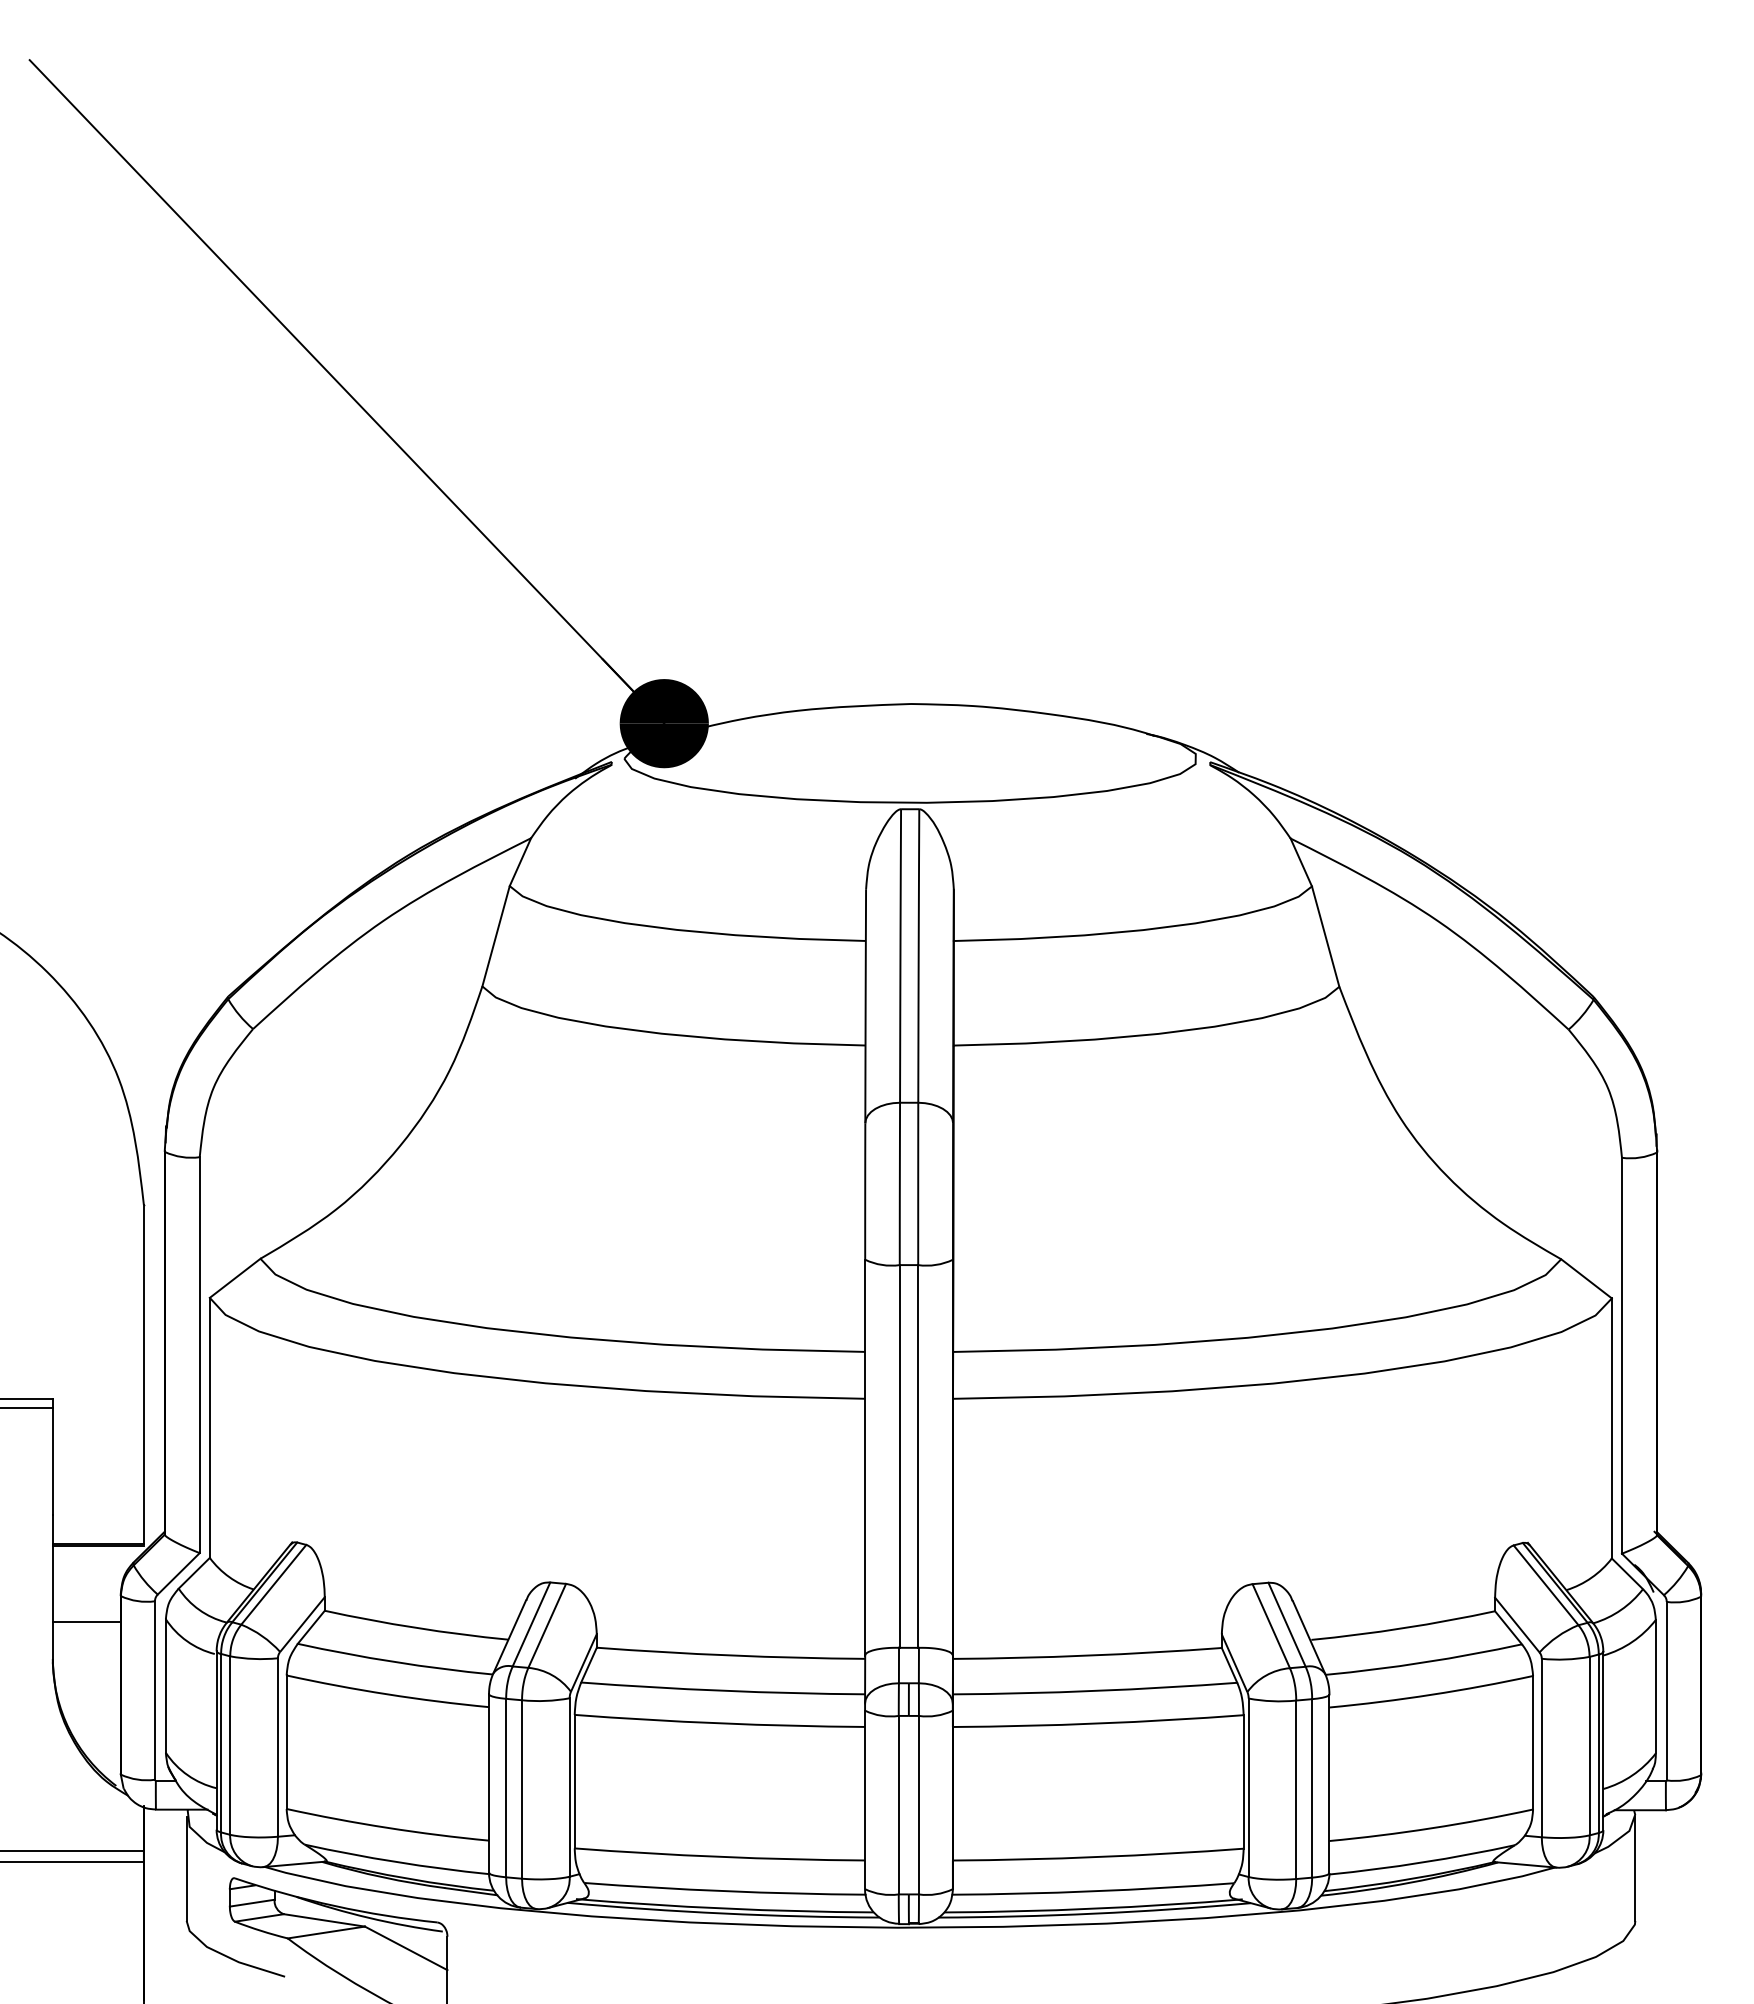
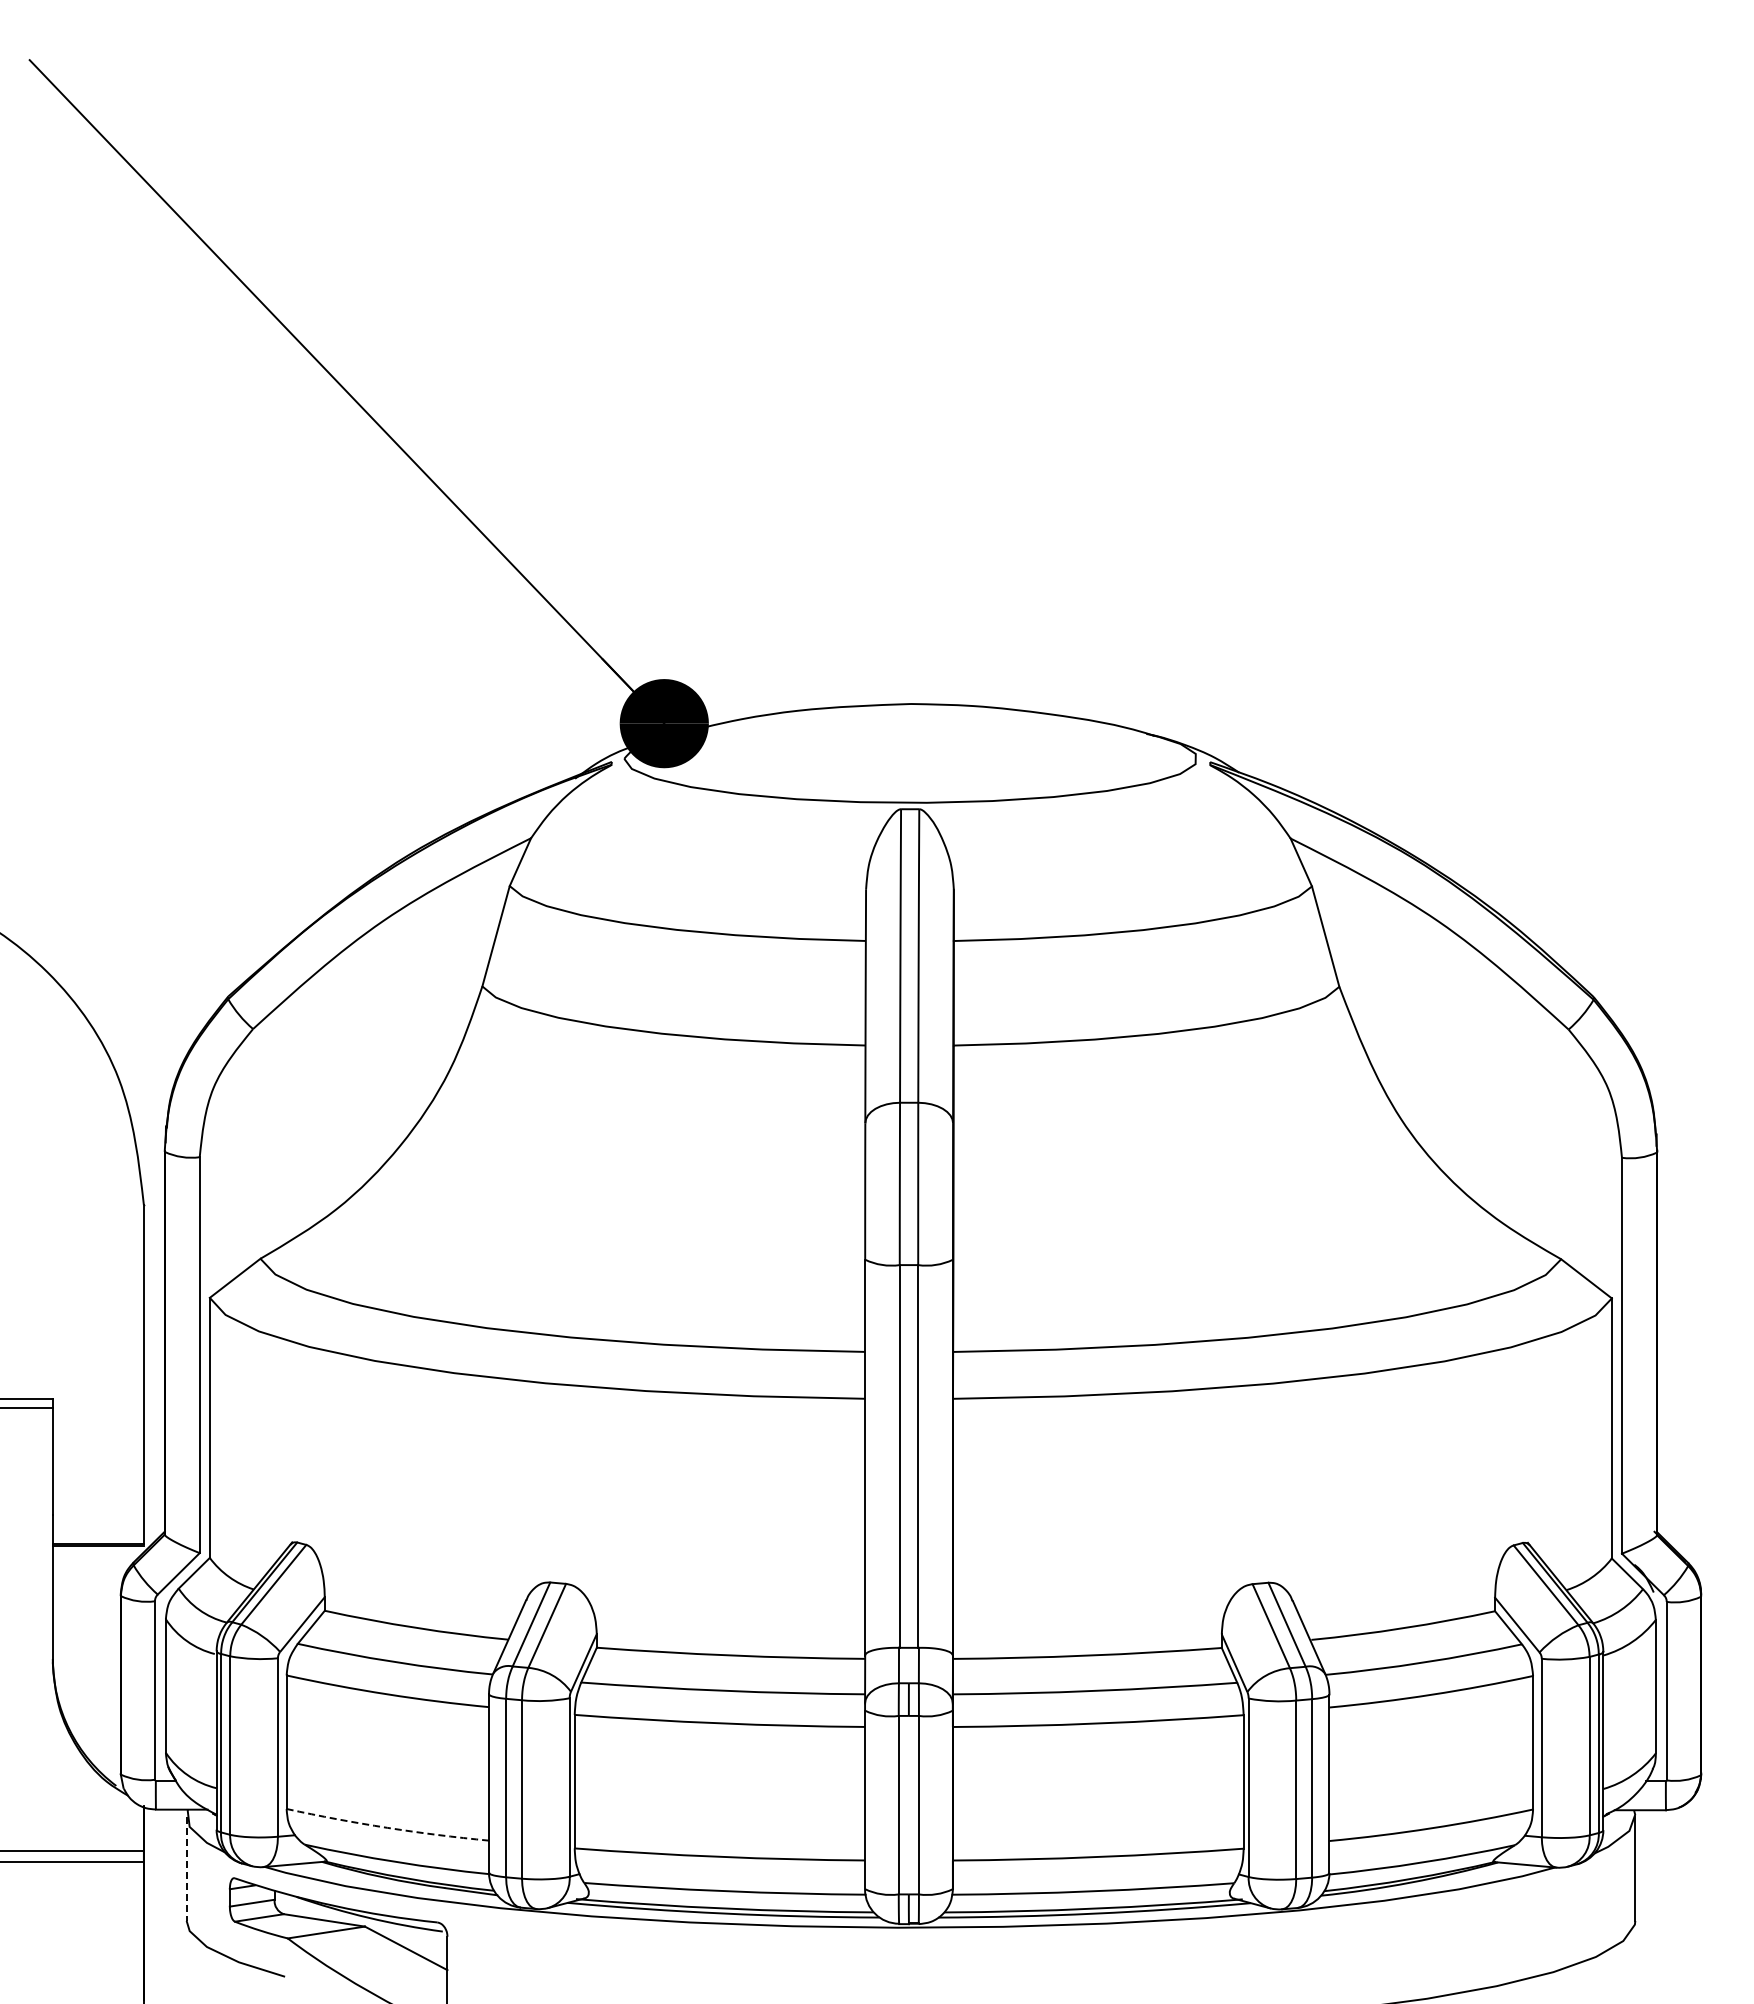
line at (86, 1622): present -> none
arc at (387, 1827): solid -> dashed
line at (186, 1869): solid -> dashed
